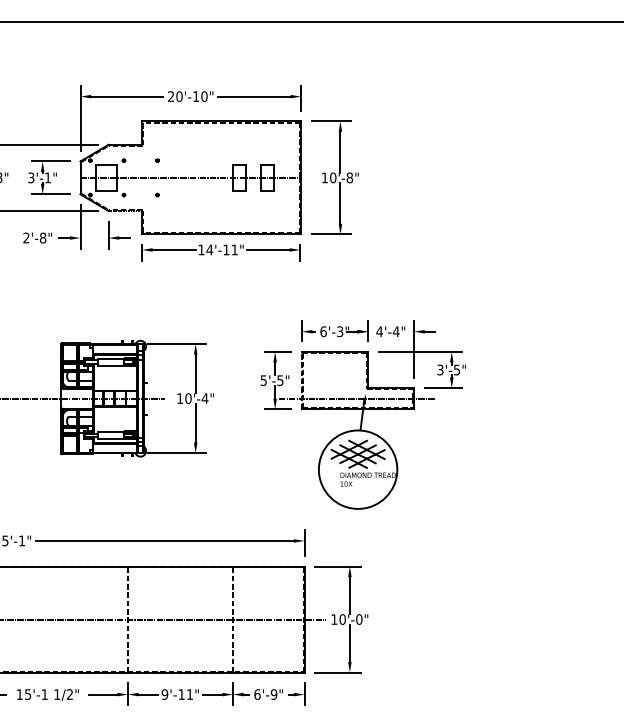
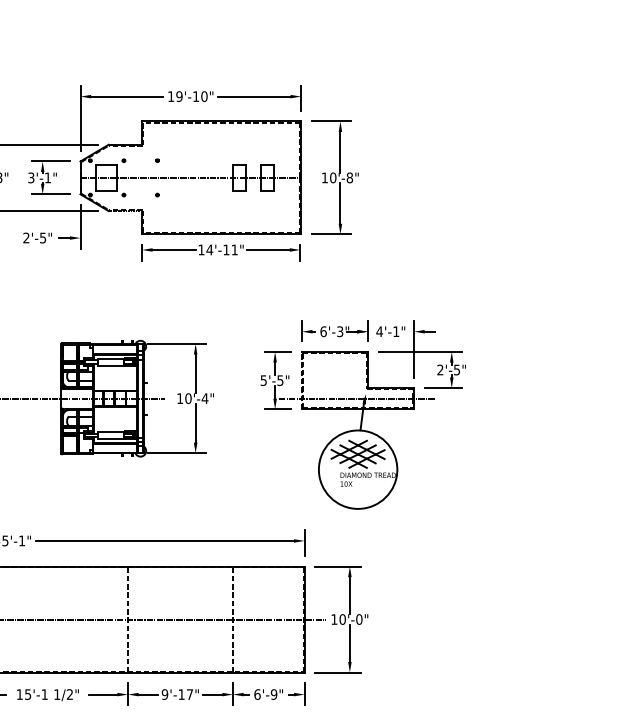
line at (311, 21): present -> none
text at (175, 96): 20'-10" -> 19'-10"
part at (119, 235): present -> none
text at (42, 237): 2'-8" -> 2'-5"
text at (395, 331): 4'-4" -> 4'-1"
text at (440, 370): 3'-5" -> 2'-5"
text at (189, 694): 9'-11" -> 9'-17"
